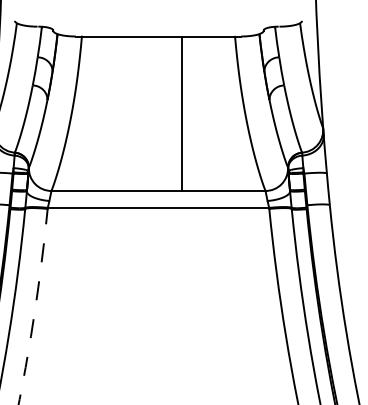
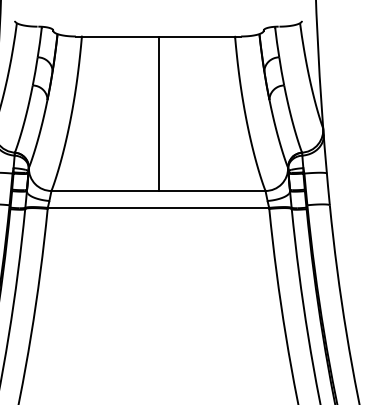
line at (181, 113) position: (181, 113) -> (158, 113)
arc at (35, 307): dashed -> solid
